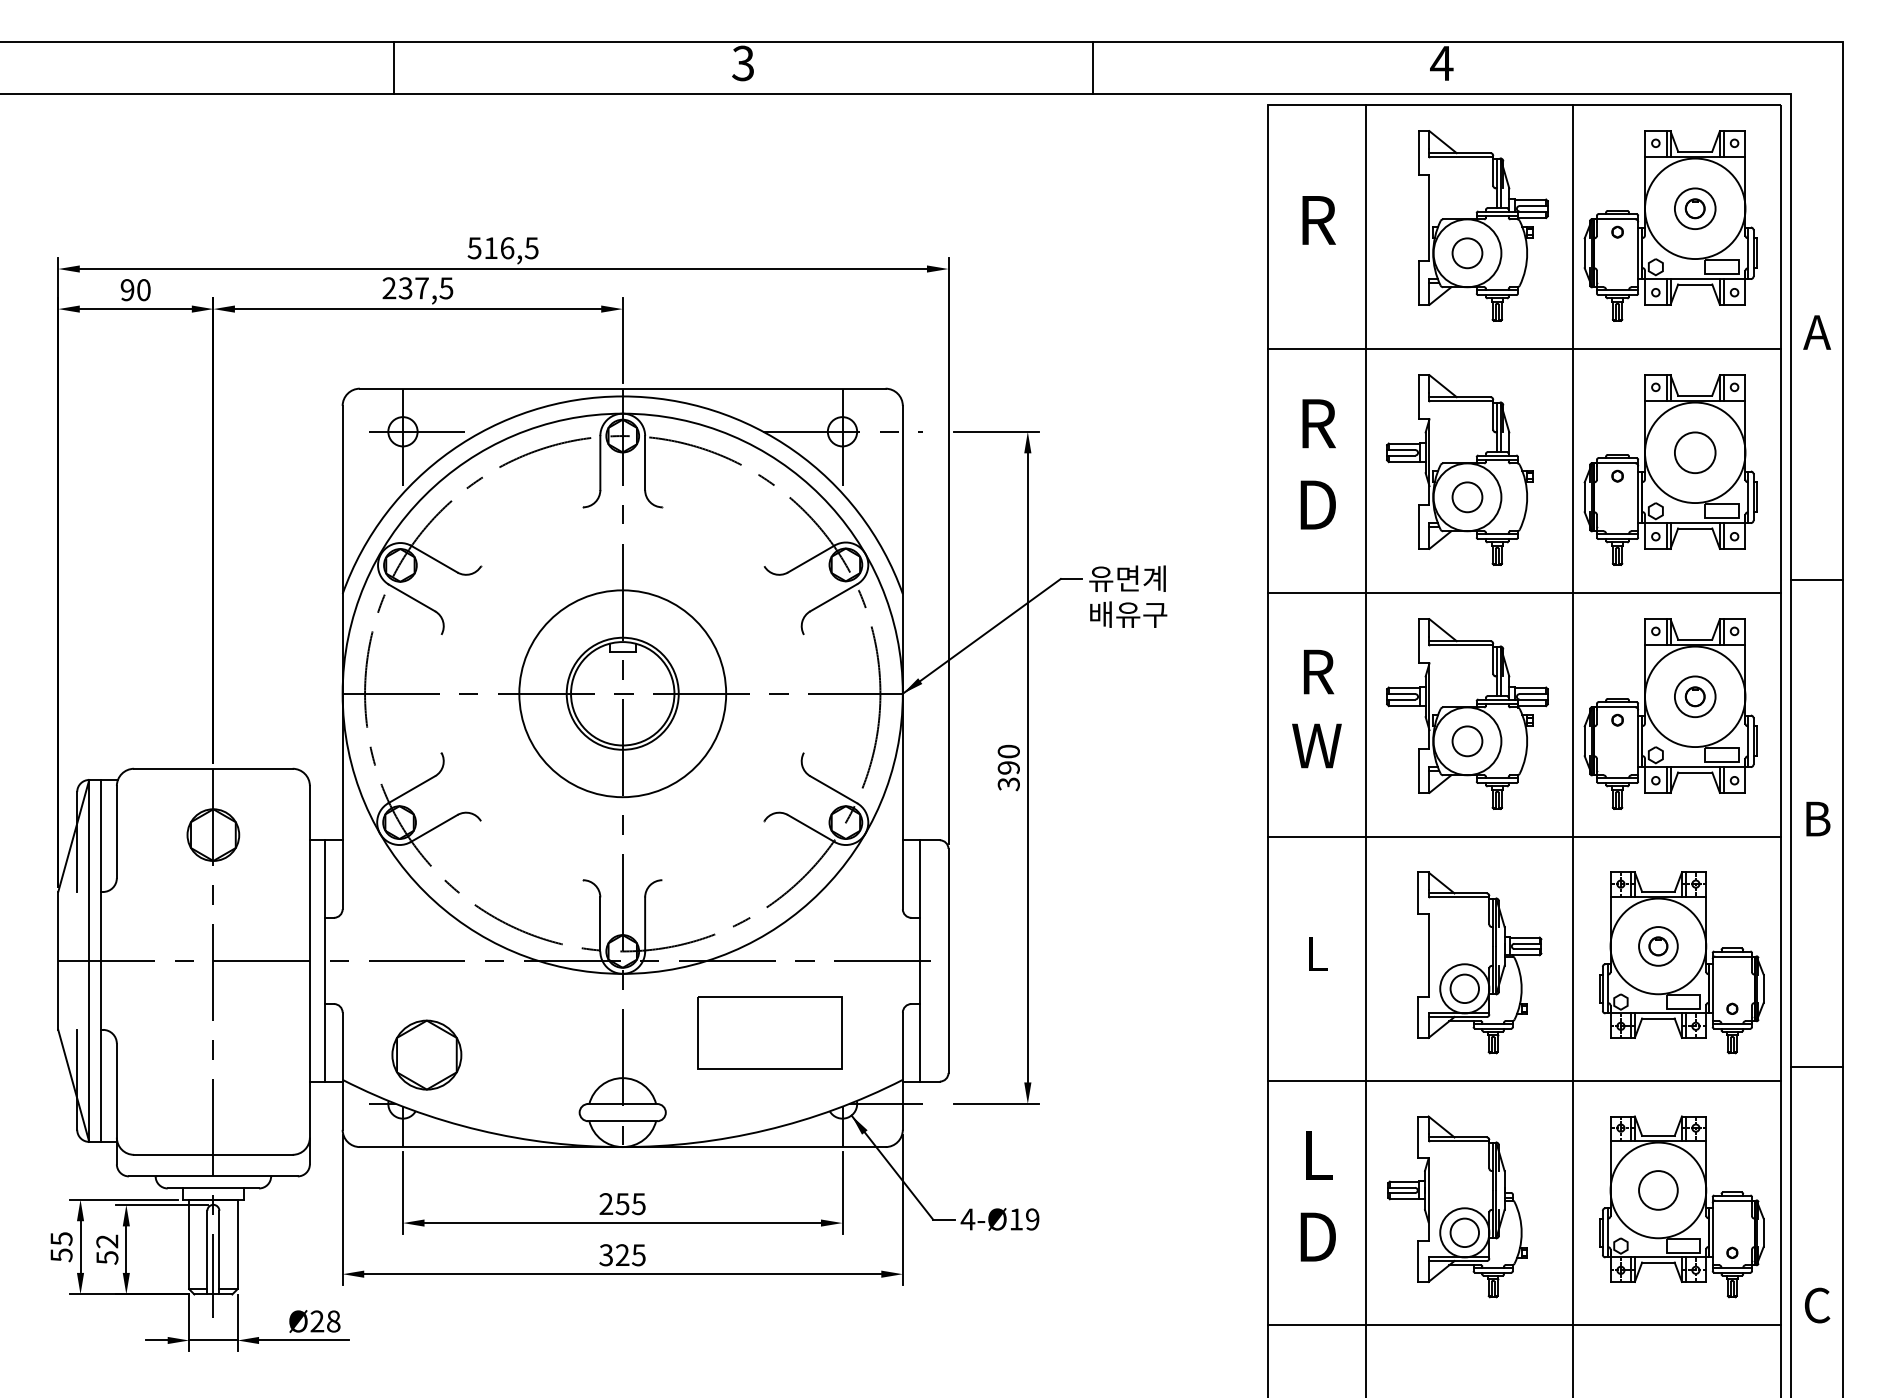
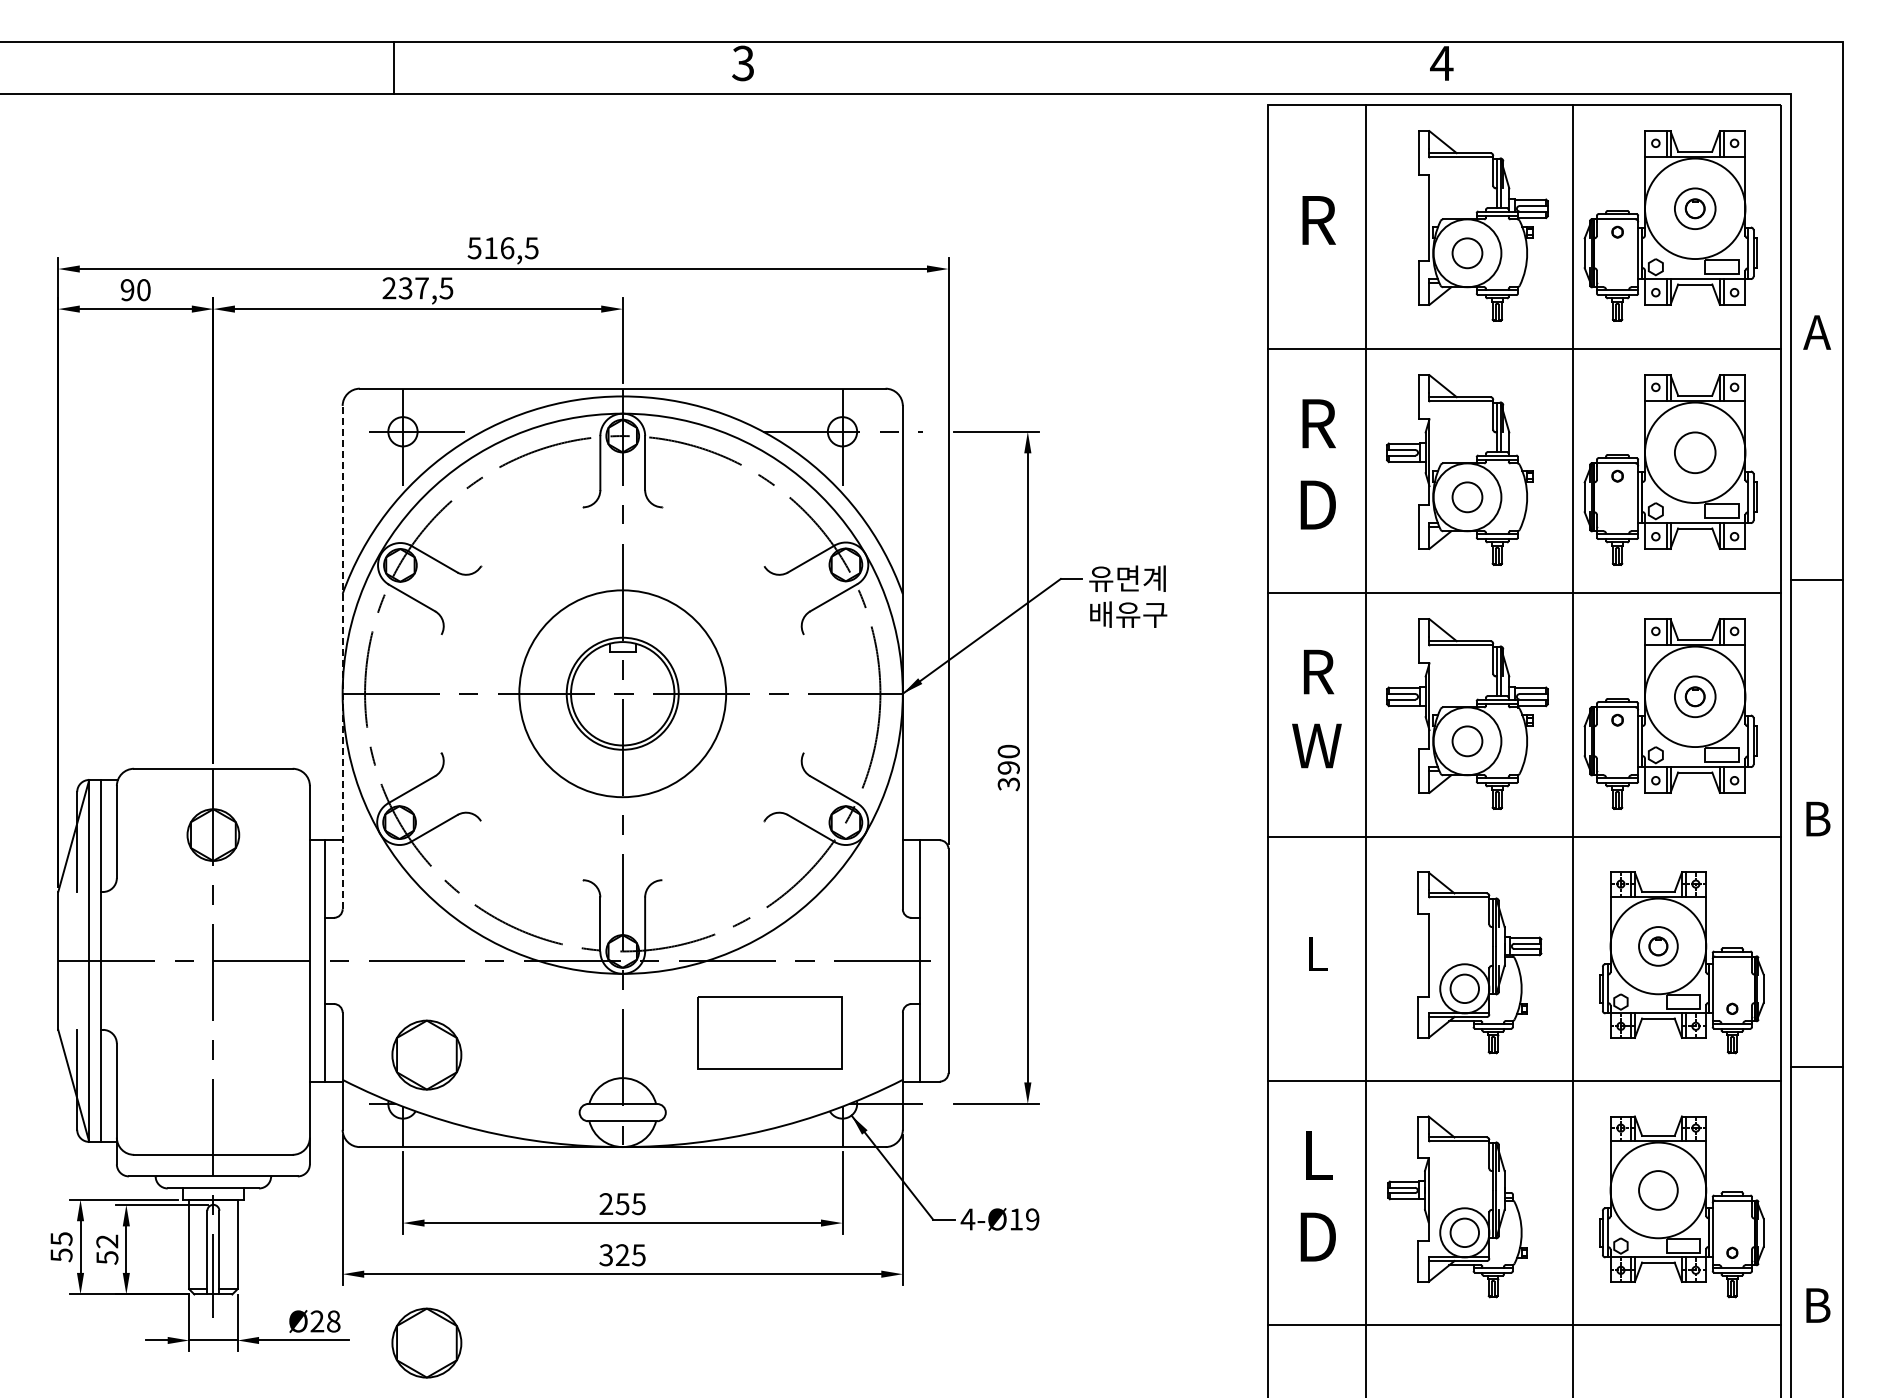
line at (1092, 67): present -> none
line at (342, 657): solid -> dashed
text at (1817, 1305): C -> B
part at (426, 1342): none -> present
